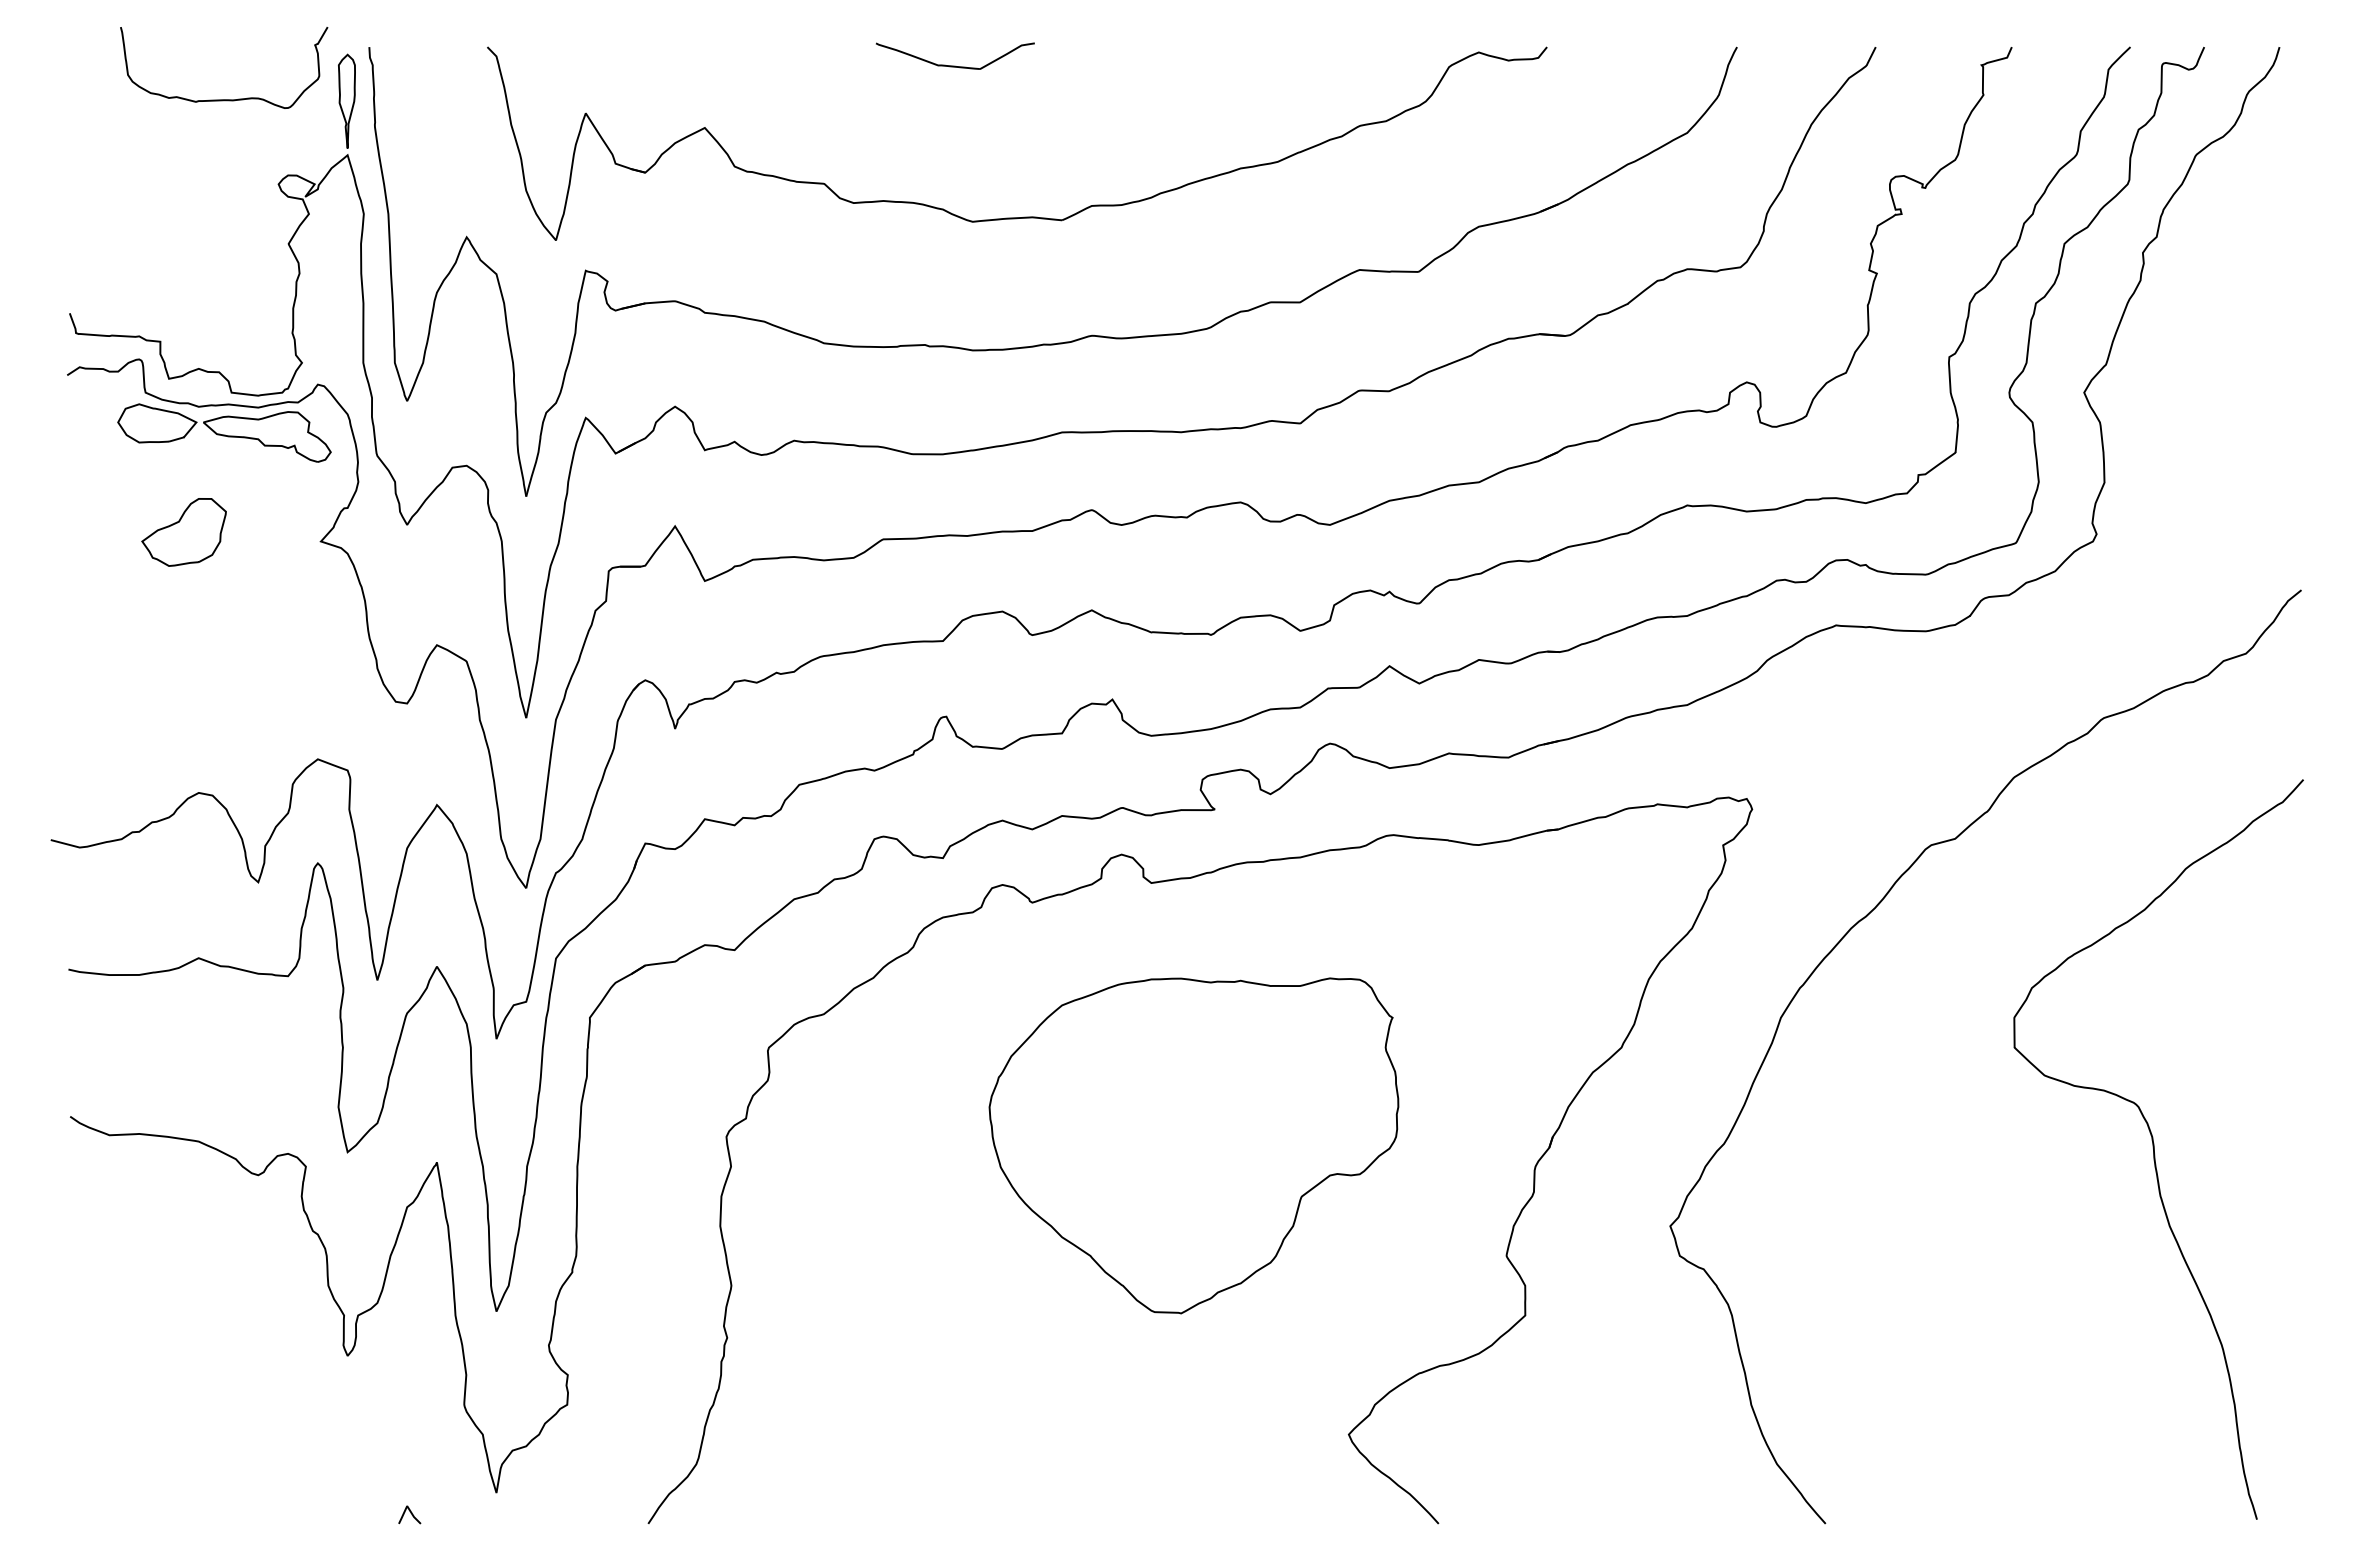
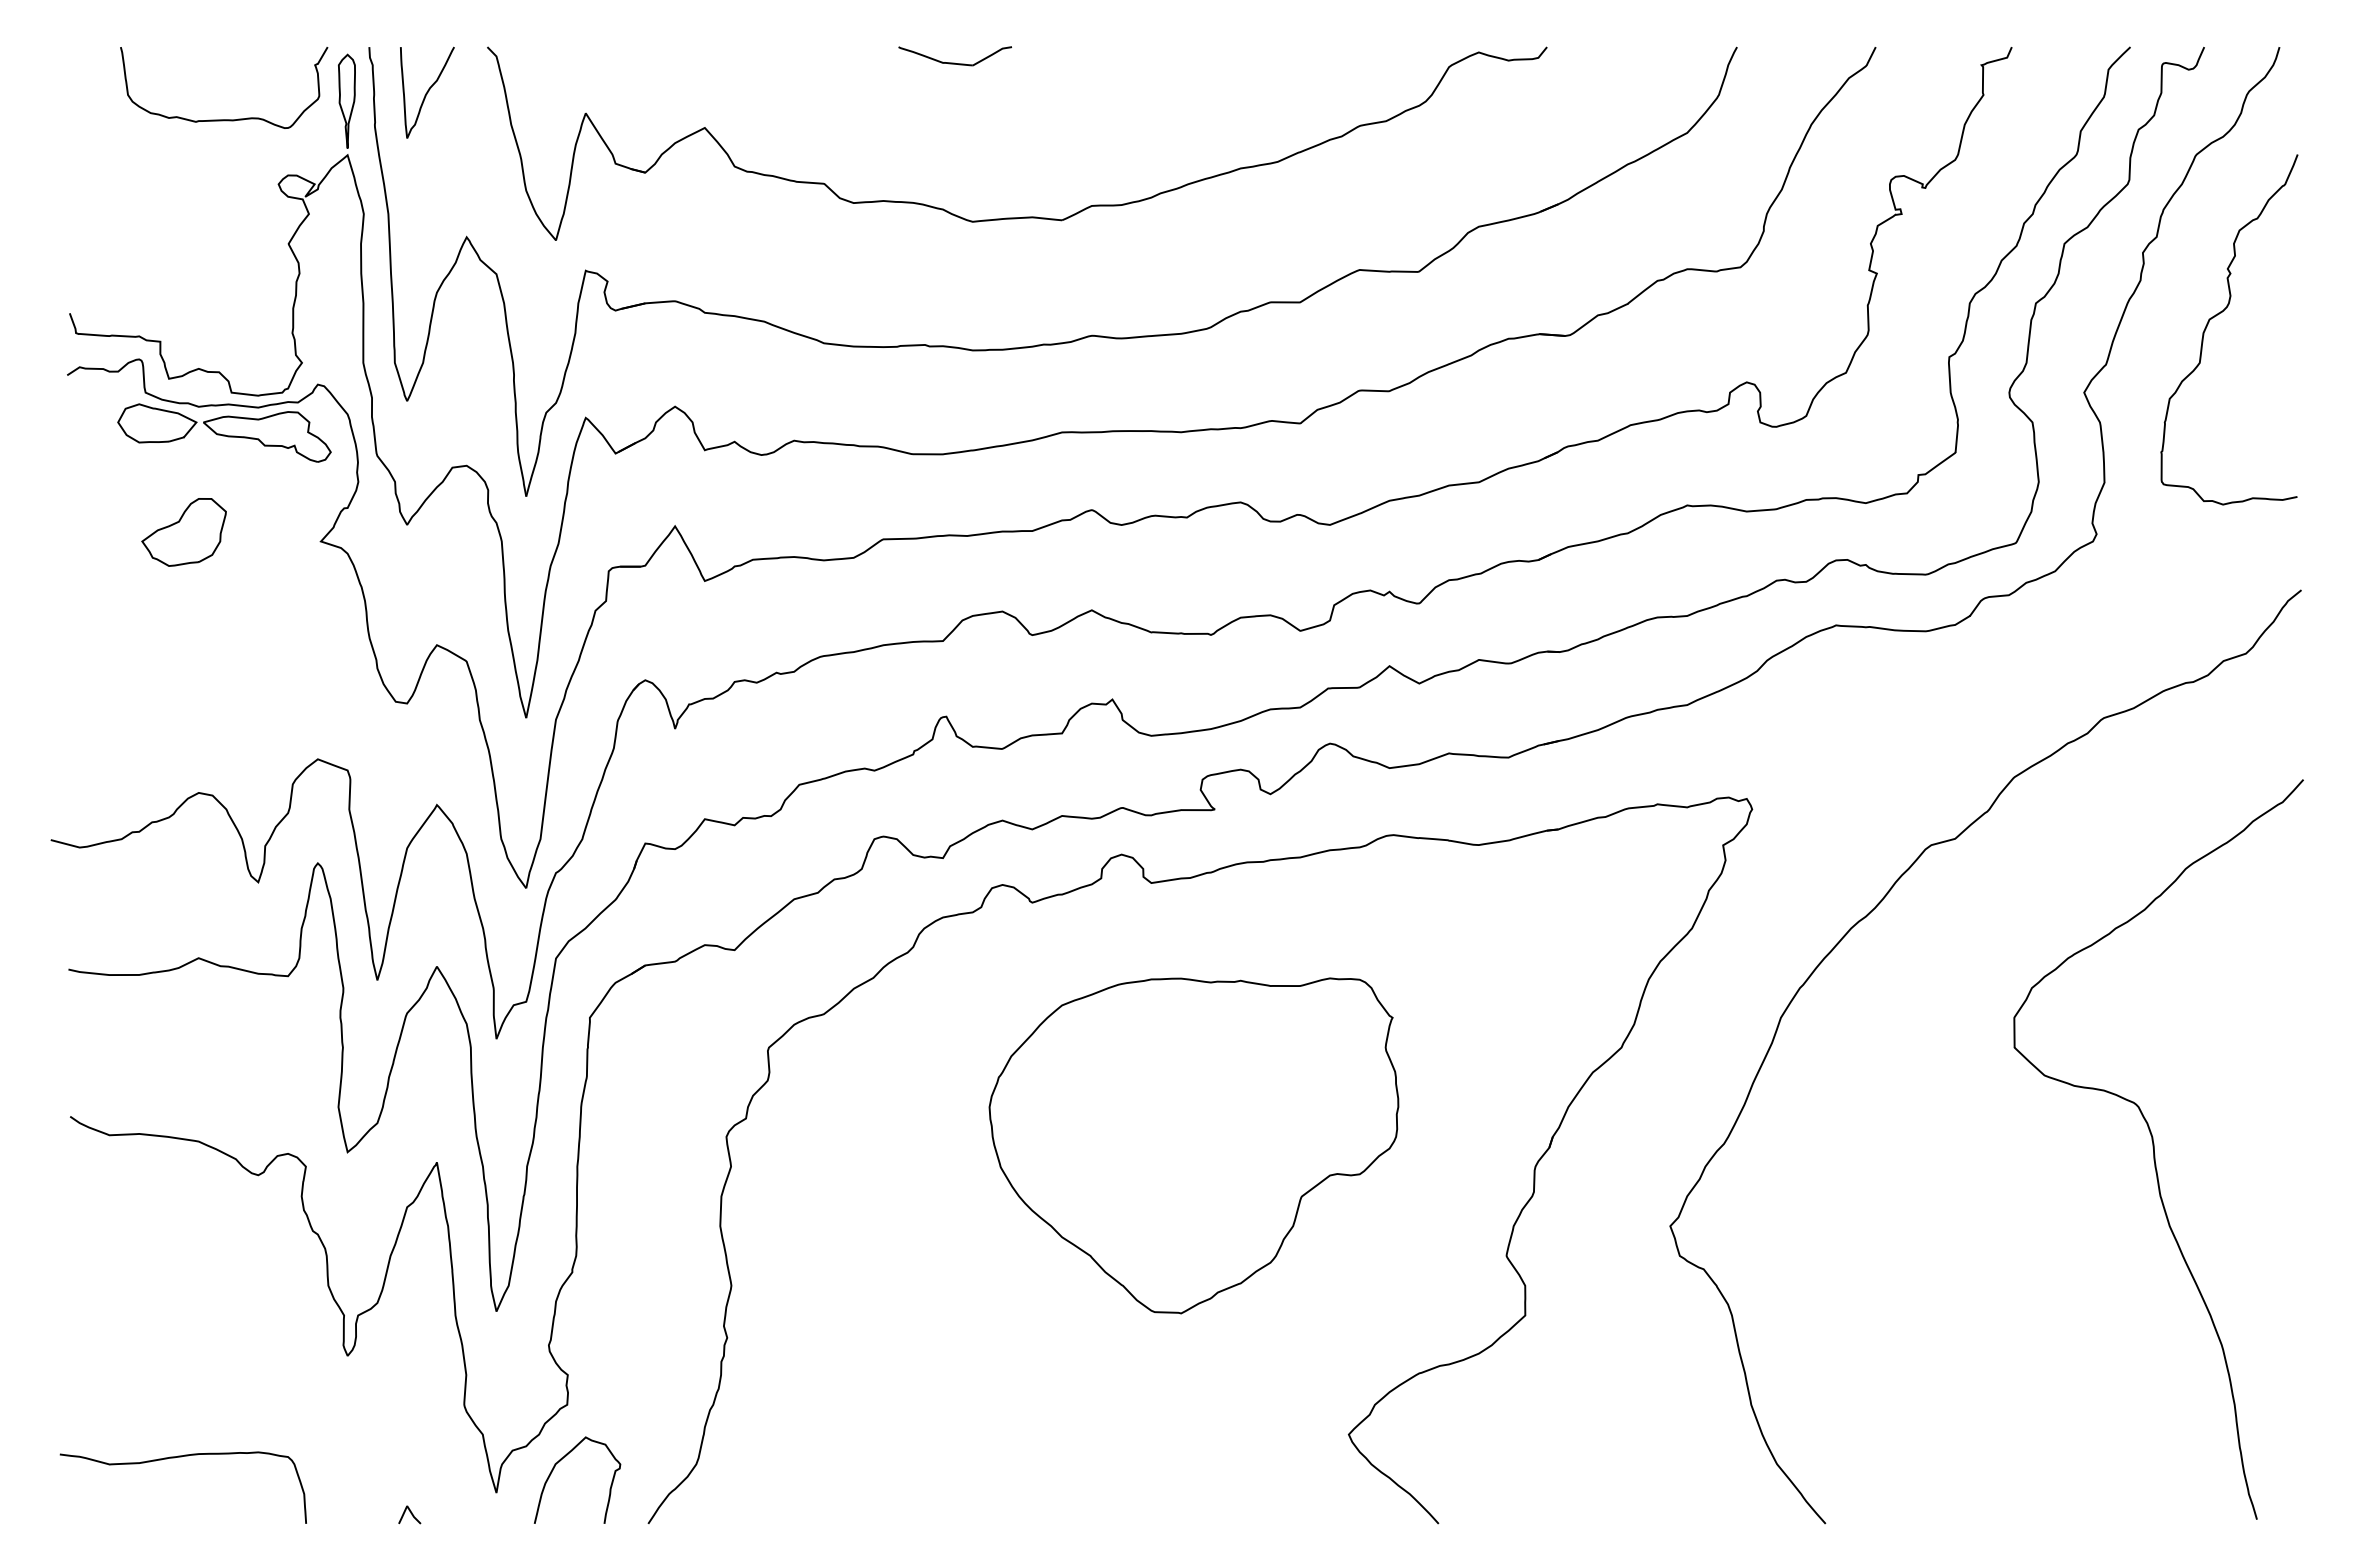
part at (955, 55) size: 159x28 px -> 114x21 px
curve at (427, 92): none -> present
curve at (224, 99) position: (224, 99) -> (224, 119)
curve at (2221, 313): none -> present
curve at (181, 1457): none -> present
curve at (560, 1461): none -> present
